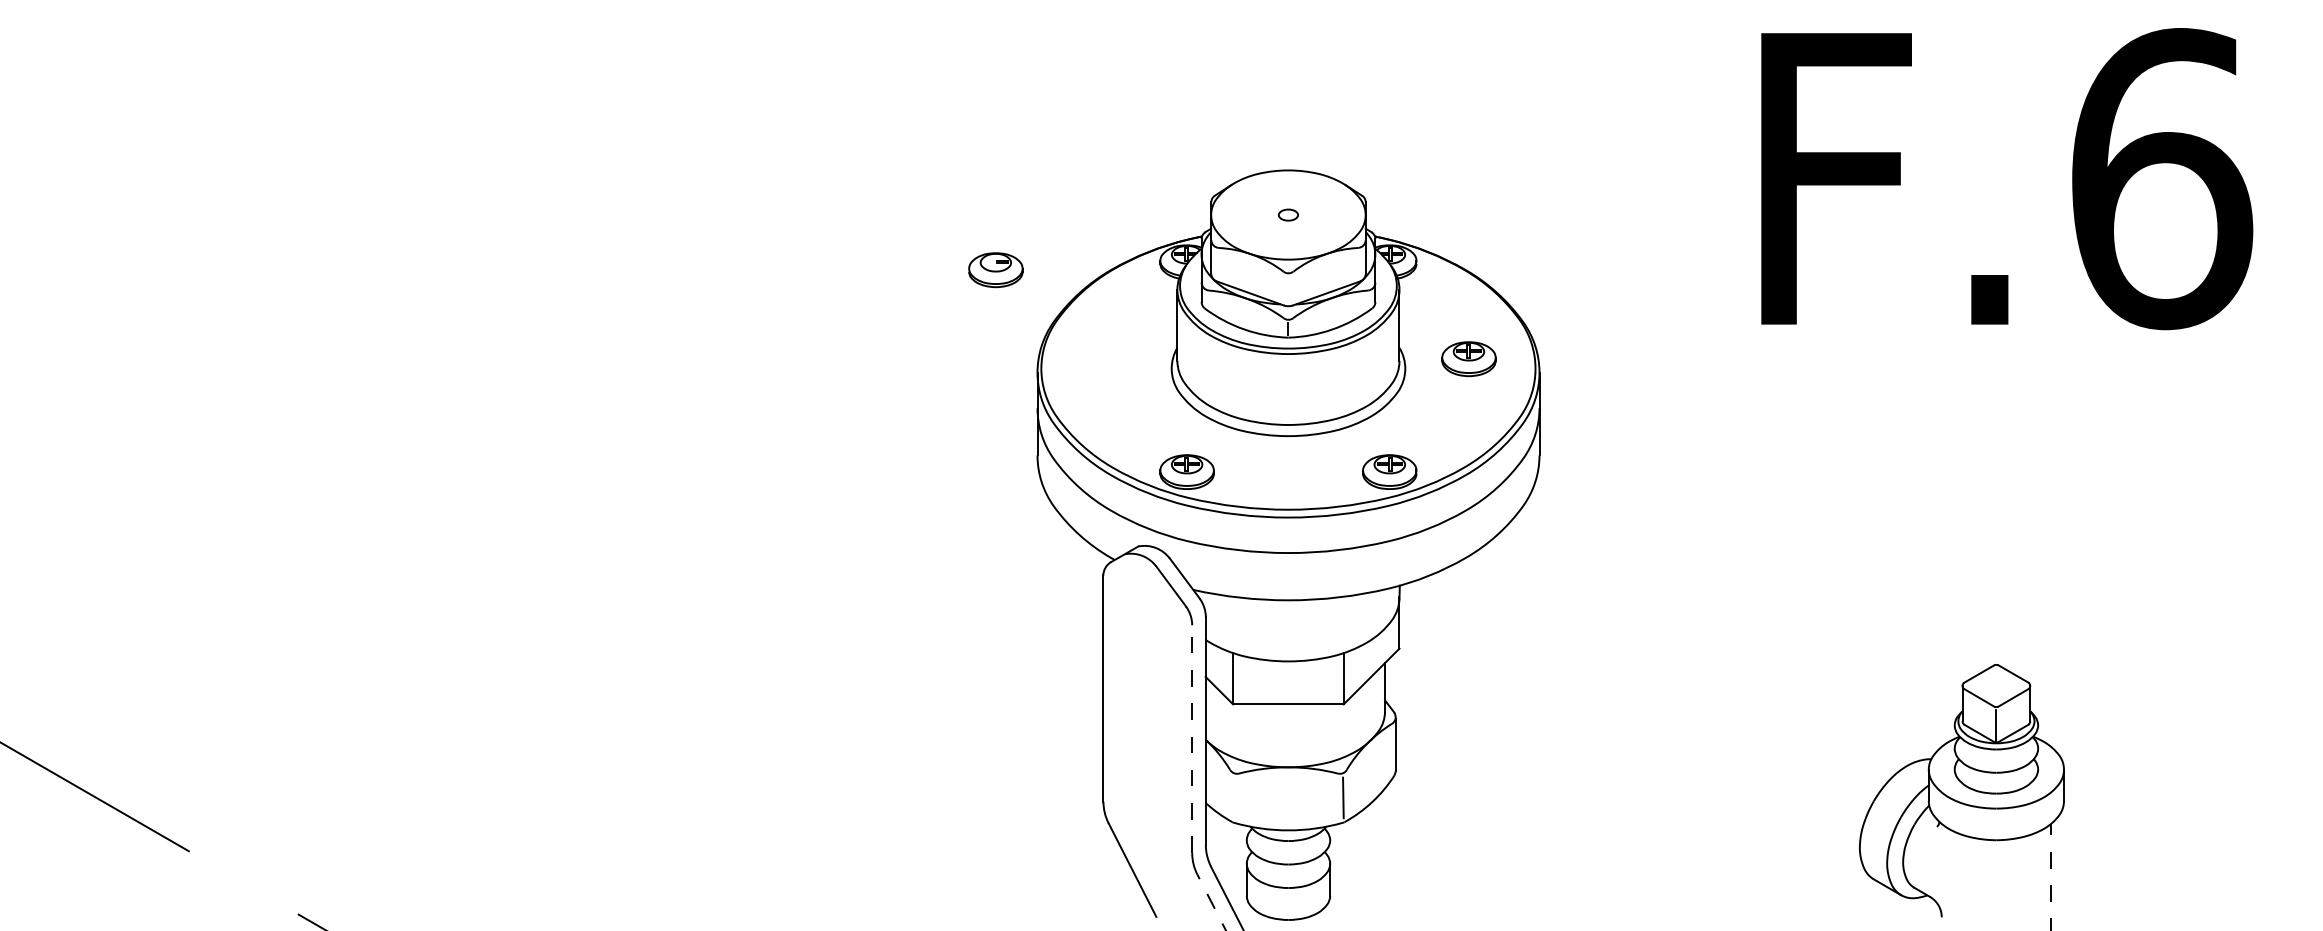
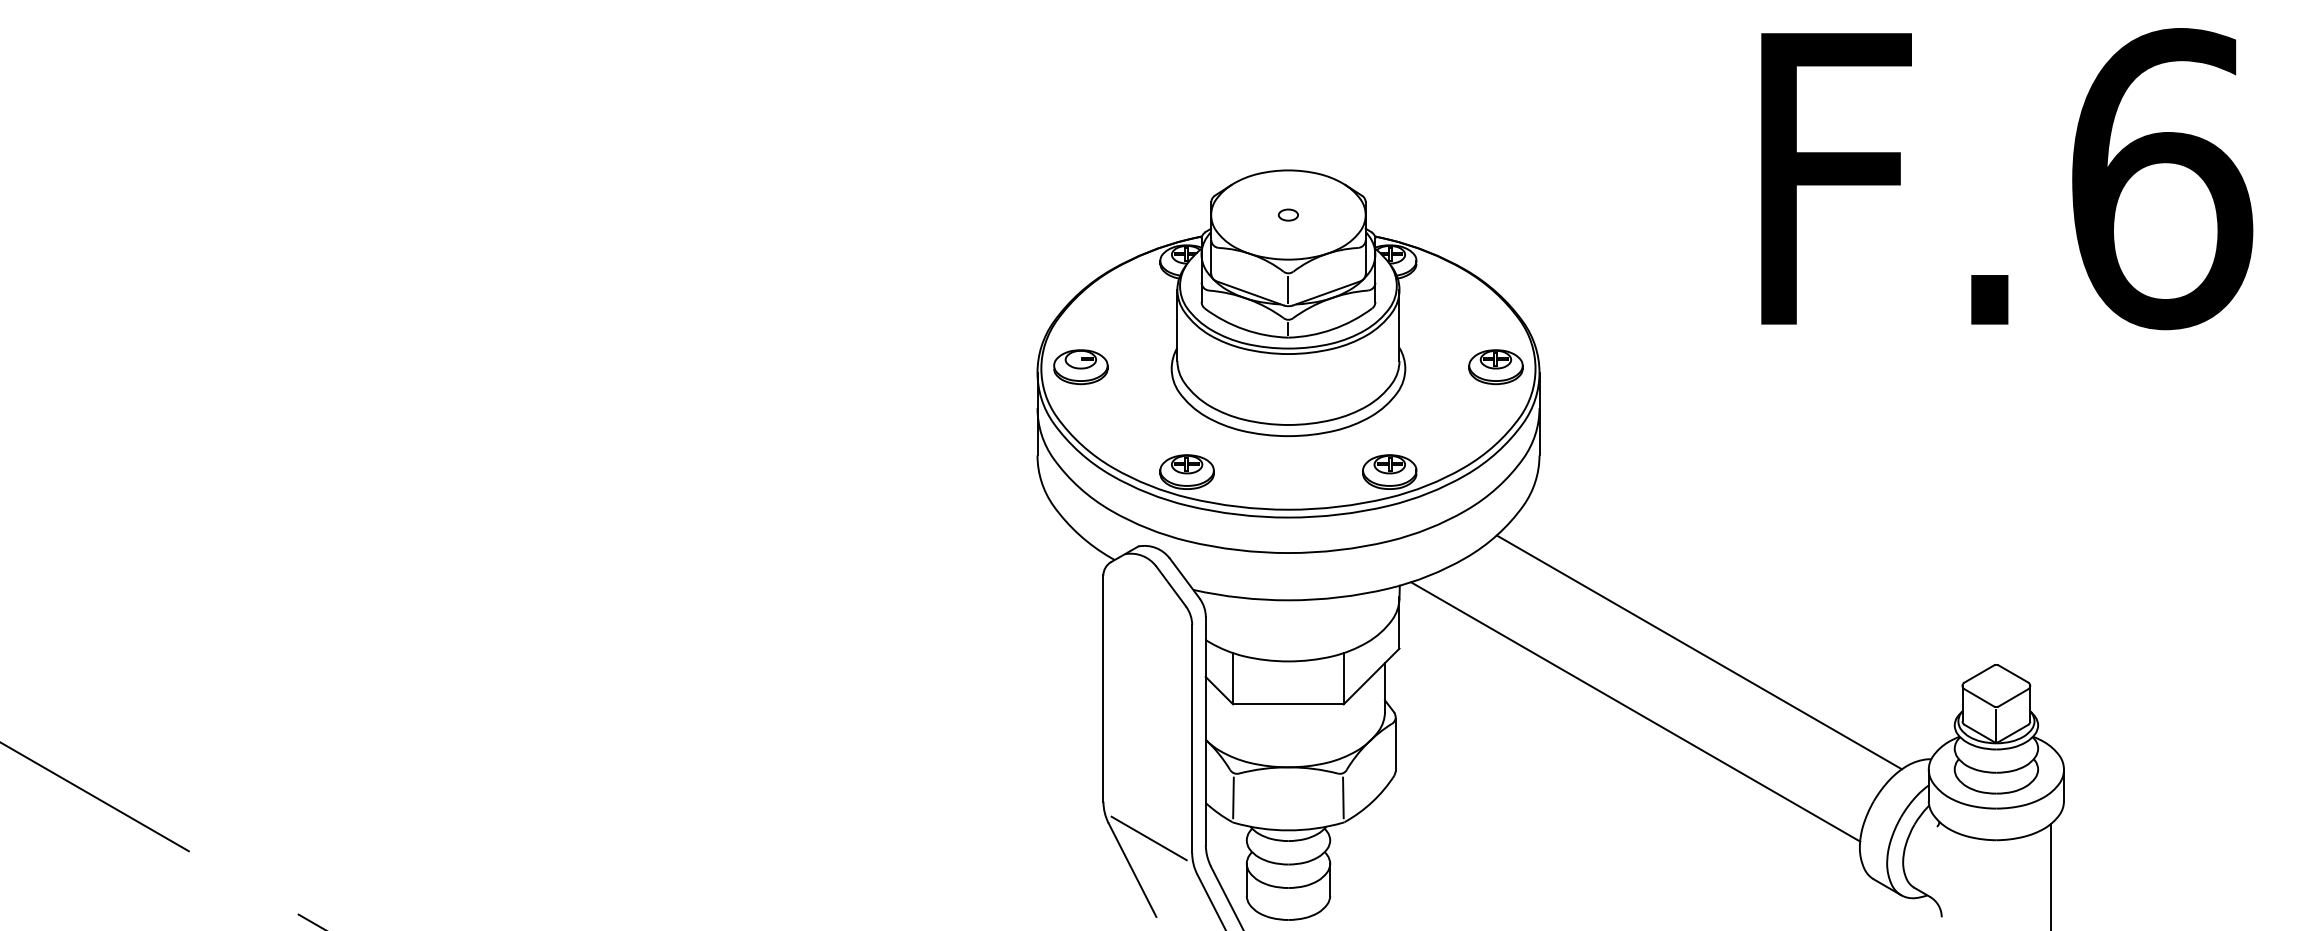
part at (995, 270) position: (995, 270) -> (1080, 367)
line at (1288, 289): none -> present
part at (1468, 359) position: (1468, 359) -> (1495, 367)
line at (1698, 652): none -> present
line at (1635, 711): none -> present
line at (1192, 739): dashed -> solid
line at (1233, 797): none -> present
line at (1148, 838): none -> present
line at (2050, 876): dashed -> solid
line at (1211, 901): dashed -> solid
